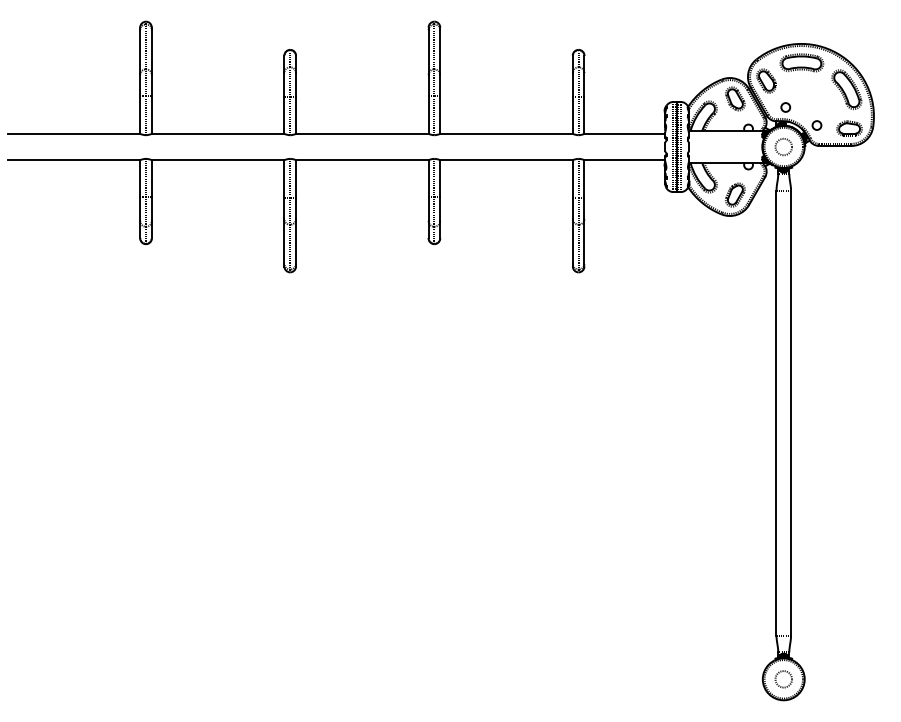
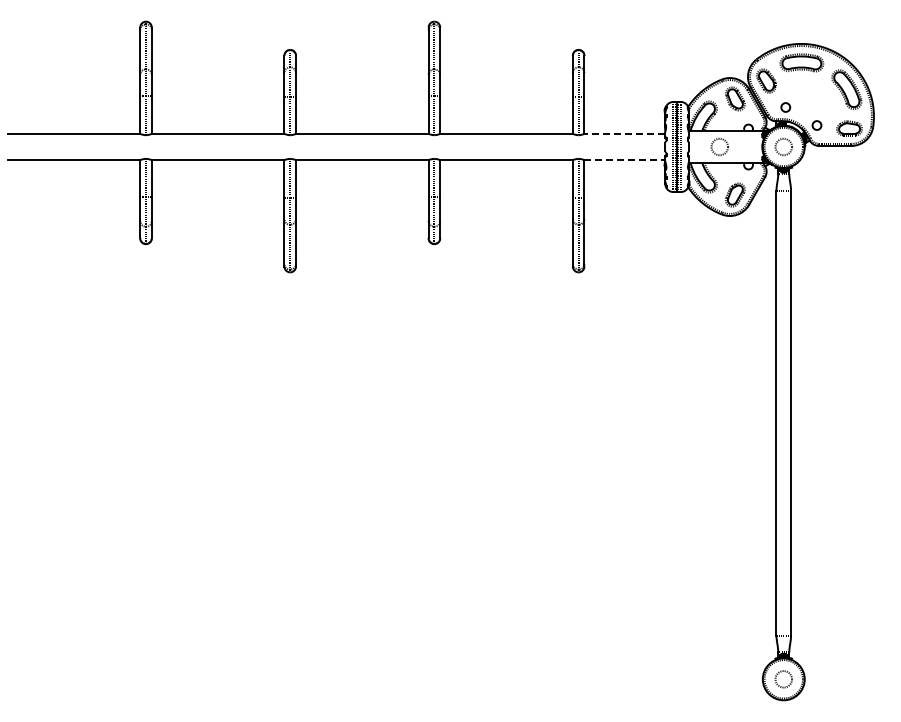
line at (624, 133): solid -> dashed
circle at (719, 147): none -> present
line at (625, 160): solid -> dashed
